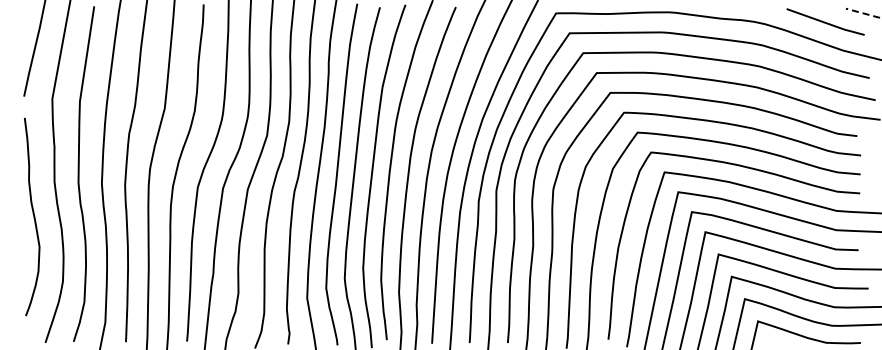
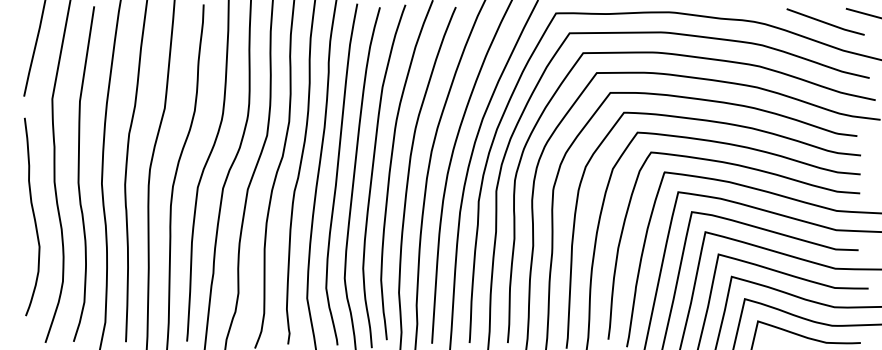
line at (863, 13): dashed -> solid
